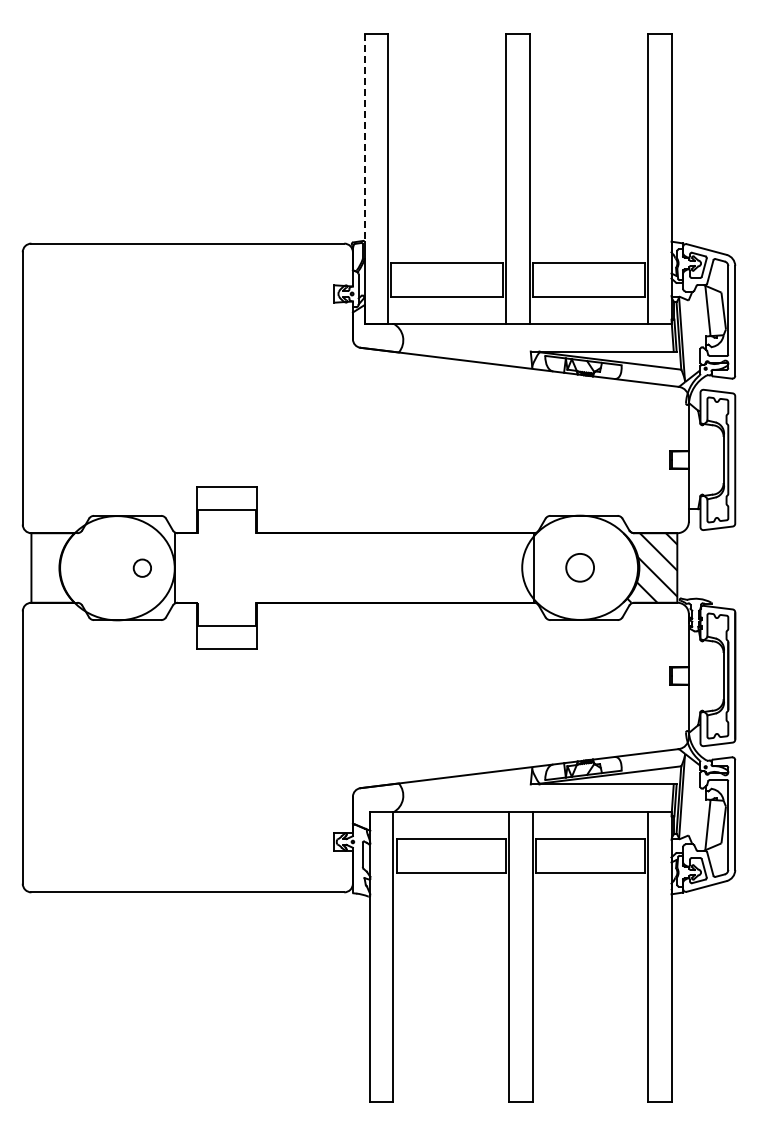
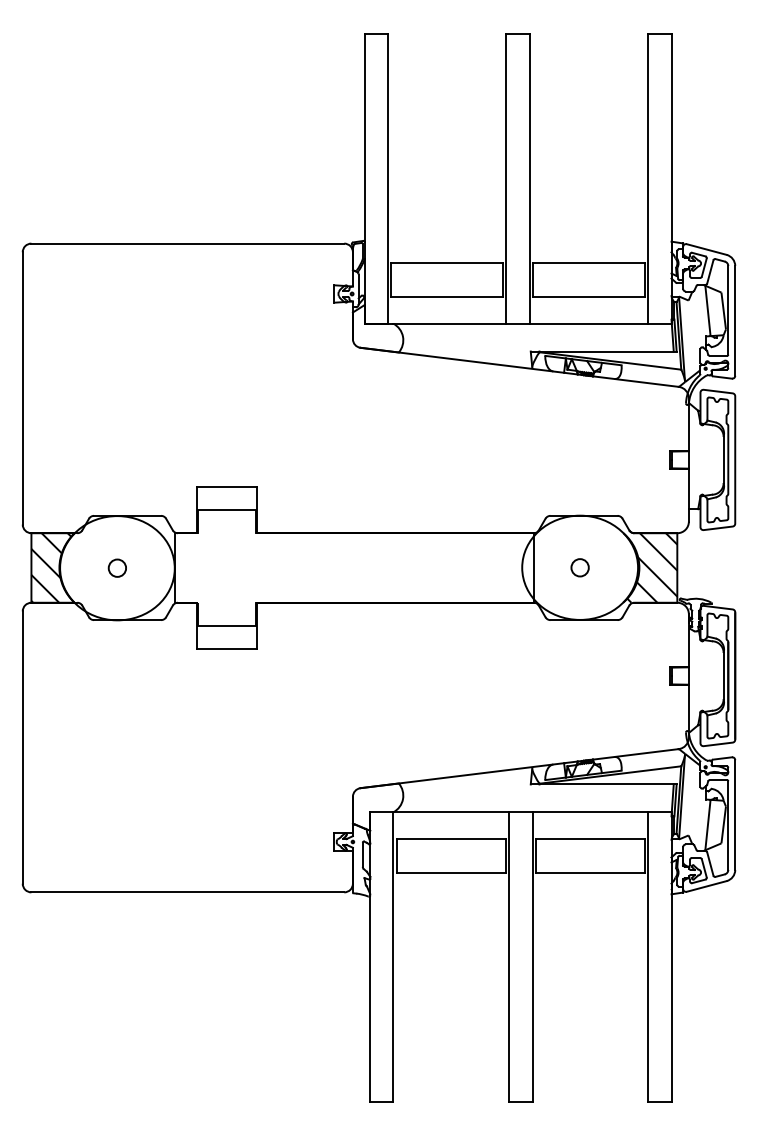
line at (364, 138): dashed -> solid
hatch at (51, 567): none -> present
circle at (141, 567) position: (141, 567) -> (116, 567)
circle at (580, 567) diameter: 28 px -> 17 px
